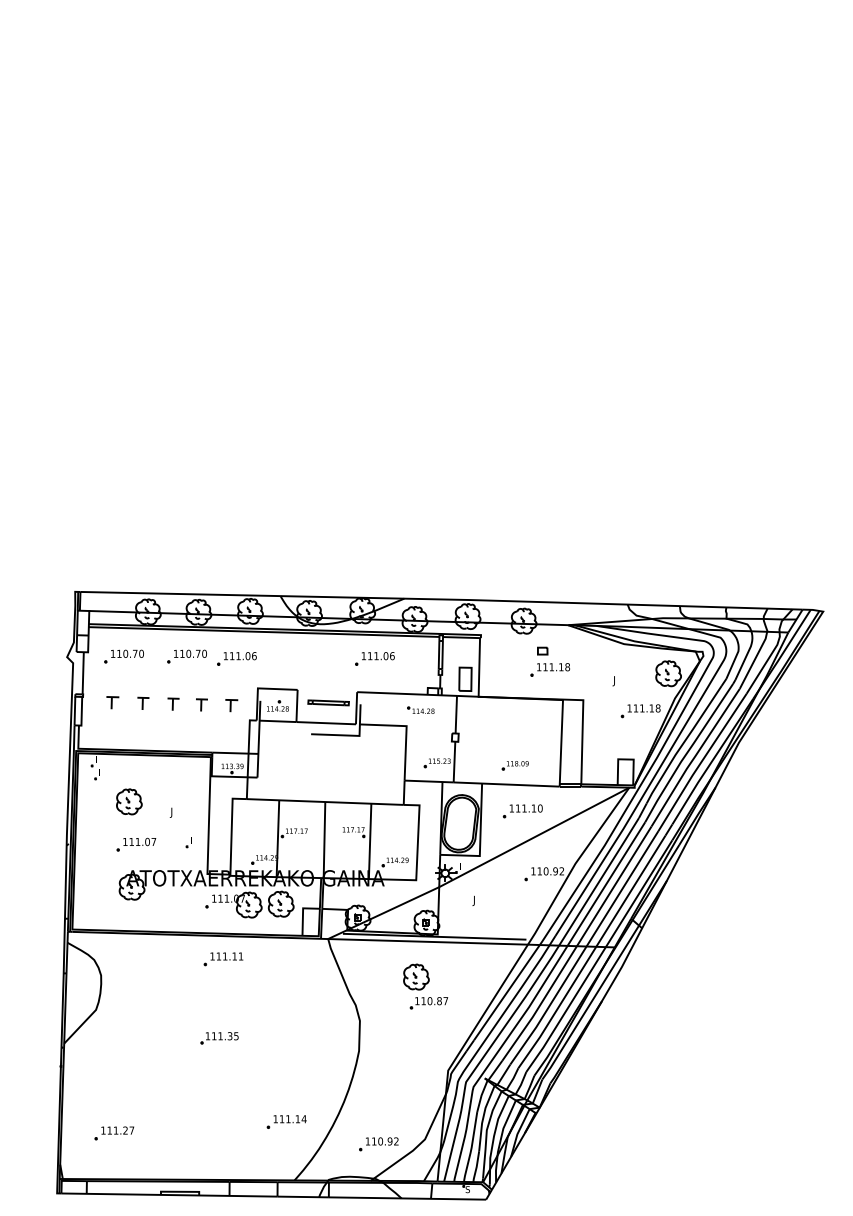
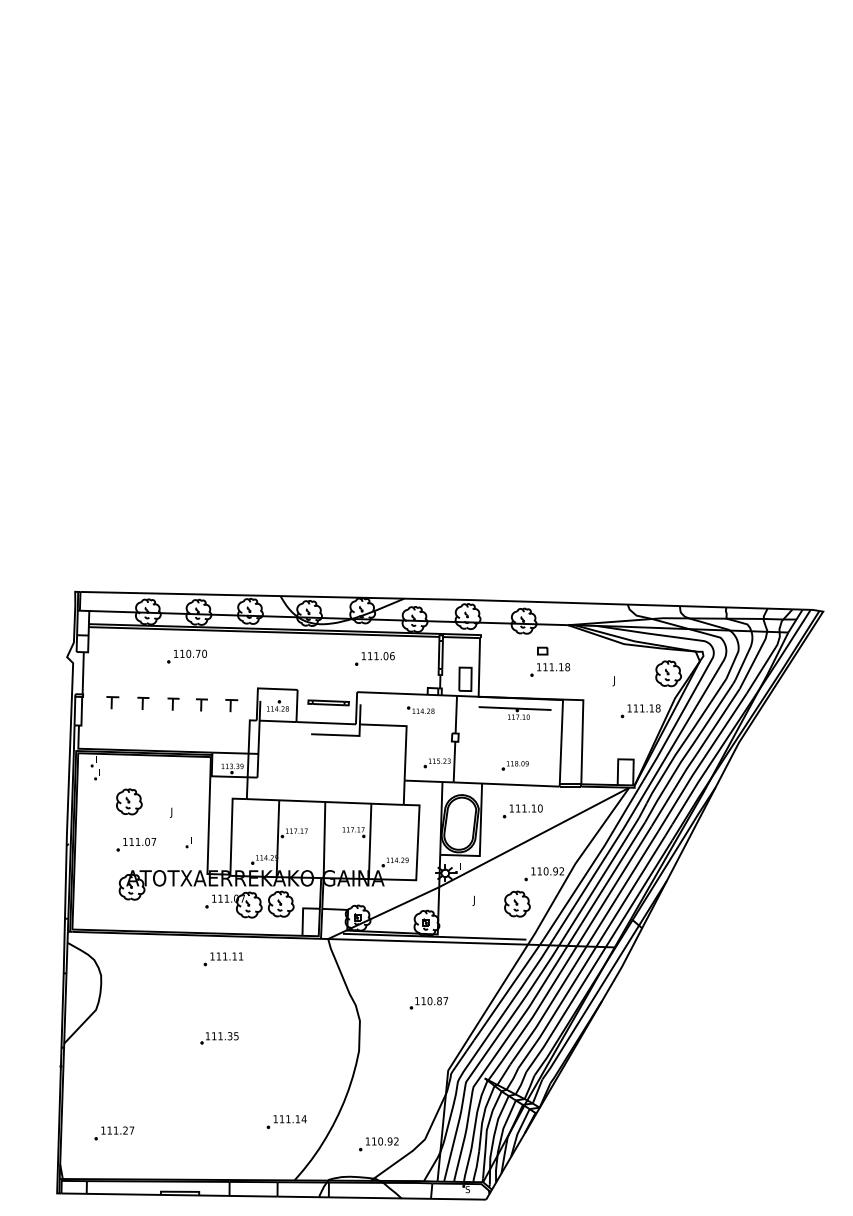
part at (123, 656): present -> none
part at (236, 658): present -> none
part at (514, 712): none -> present
part at (416, 976) position: (416, 976) -> (517, 903)
